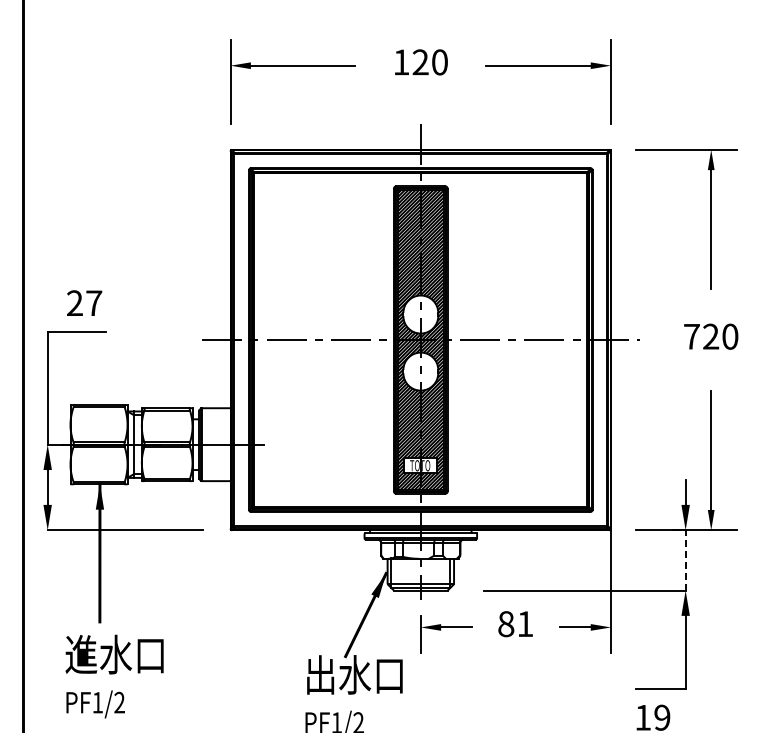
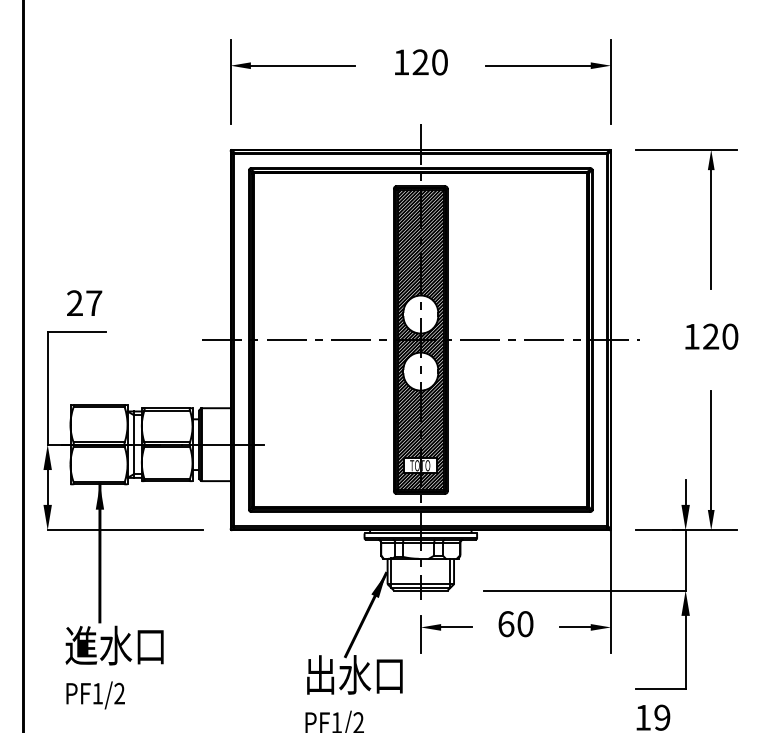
text at (691, 336): 720 -> 120
line at (685, 559): dashed -> solid
text at (515, 624): 81 -> 60
text at (114, 676) position: (114, 676) -> (114, 667)
